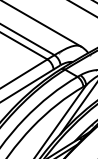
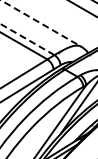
line at (41, 23): solid -> dashed
line at (27, 39): solid -> dashed
